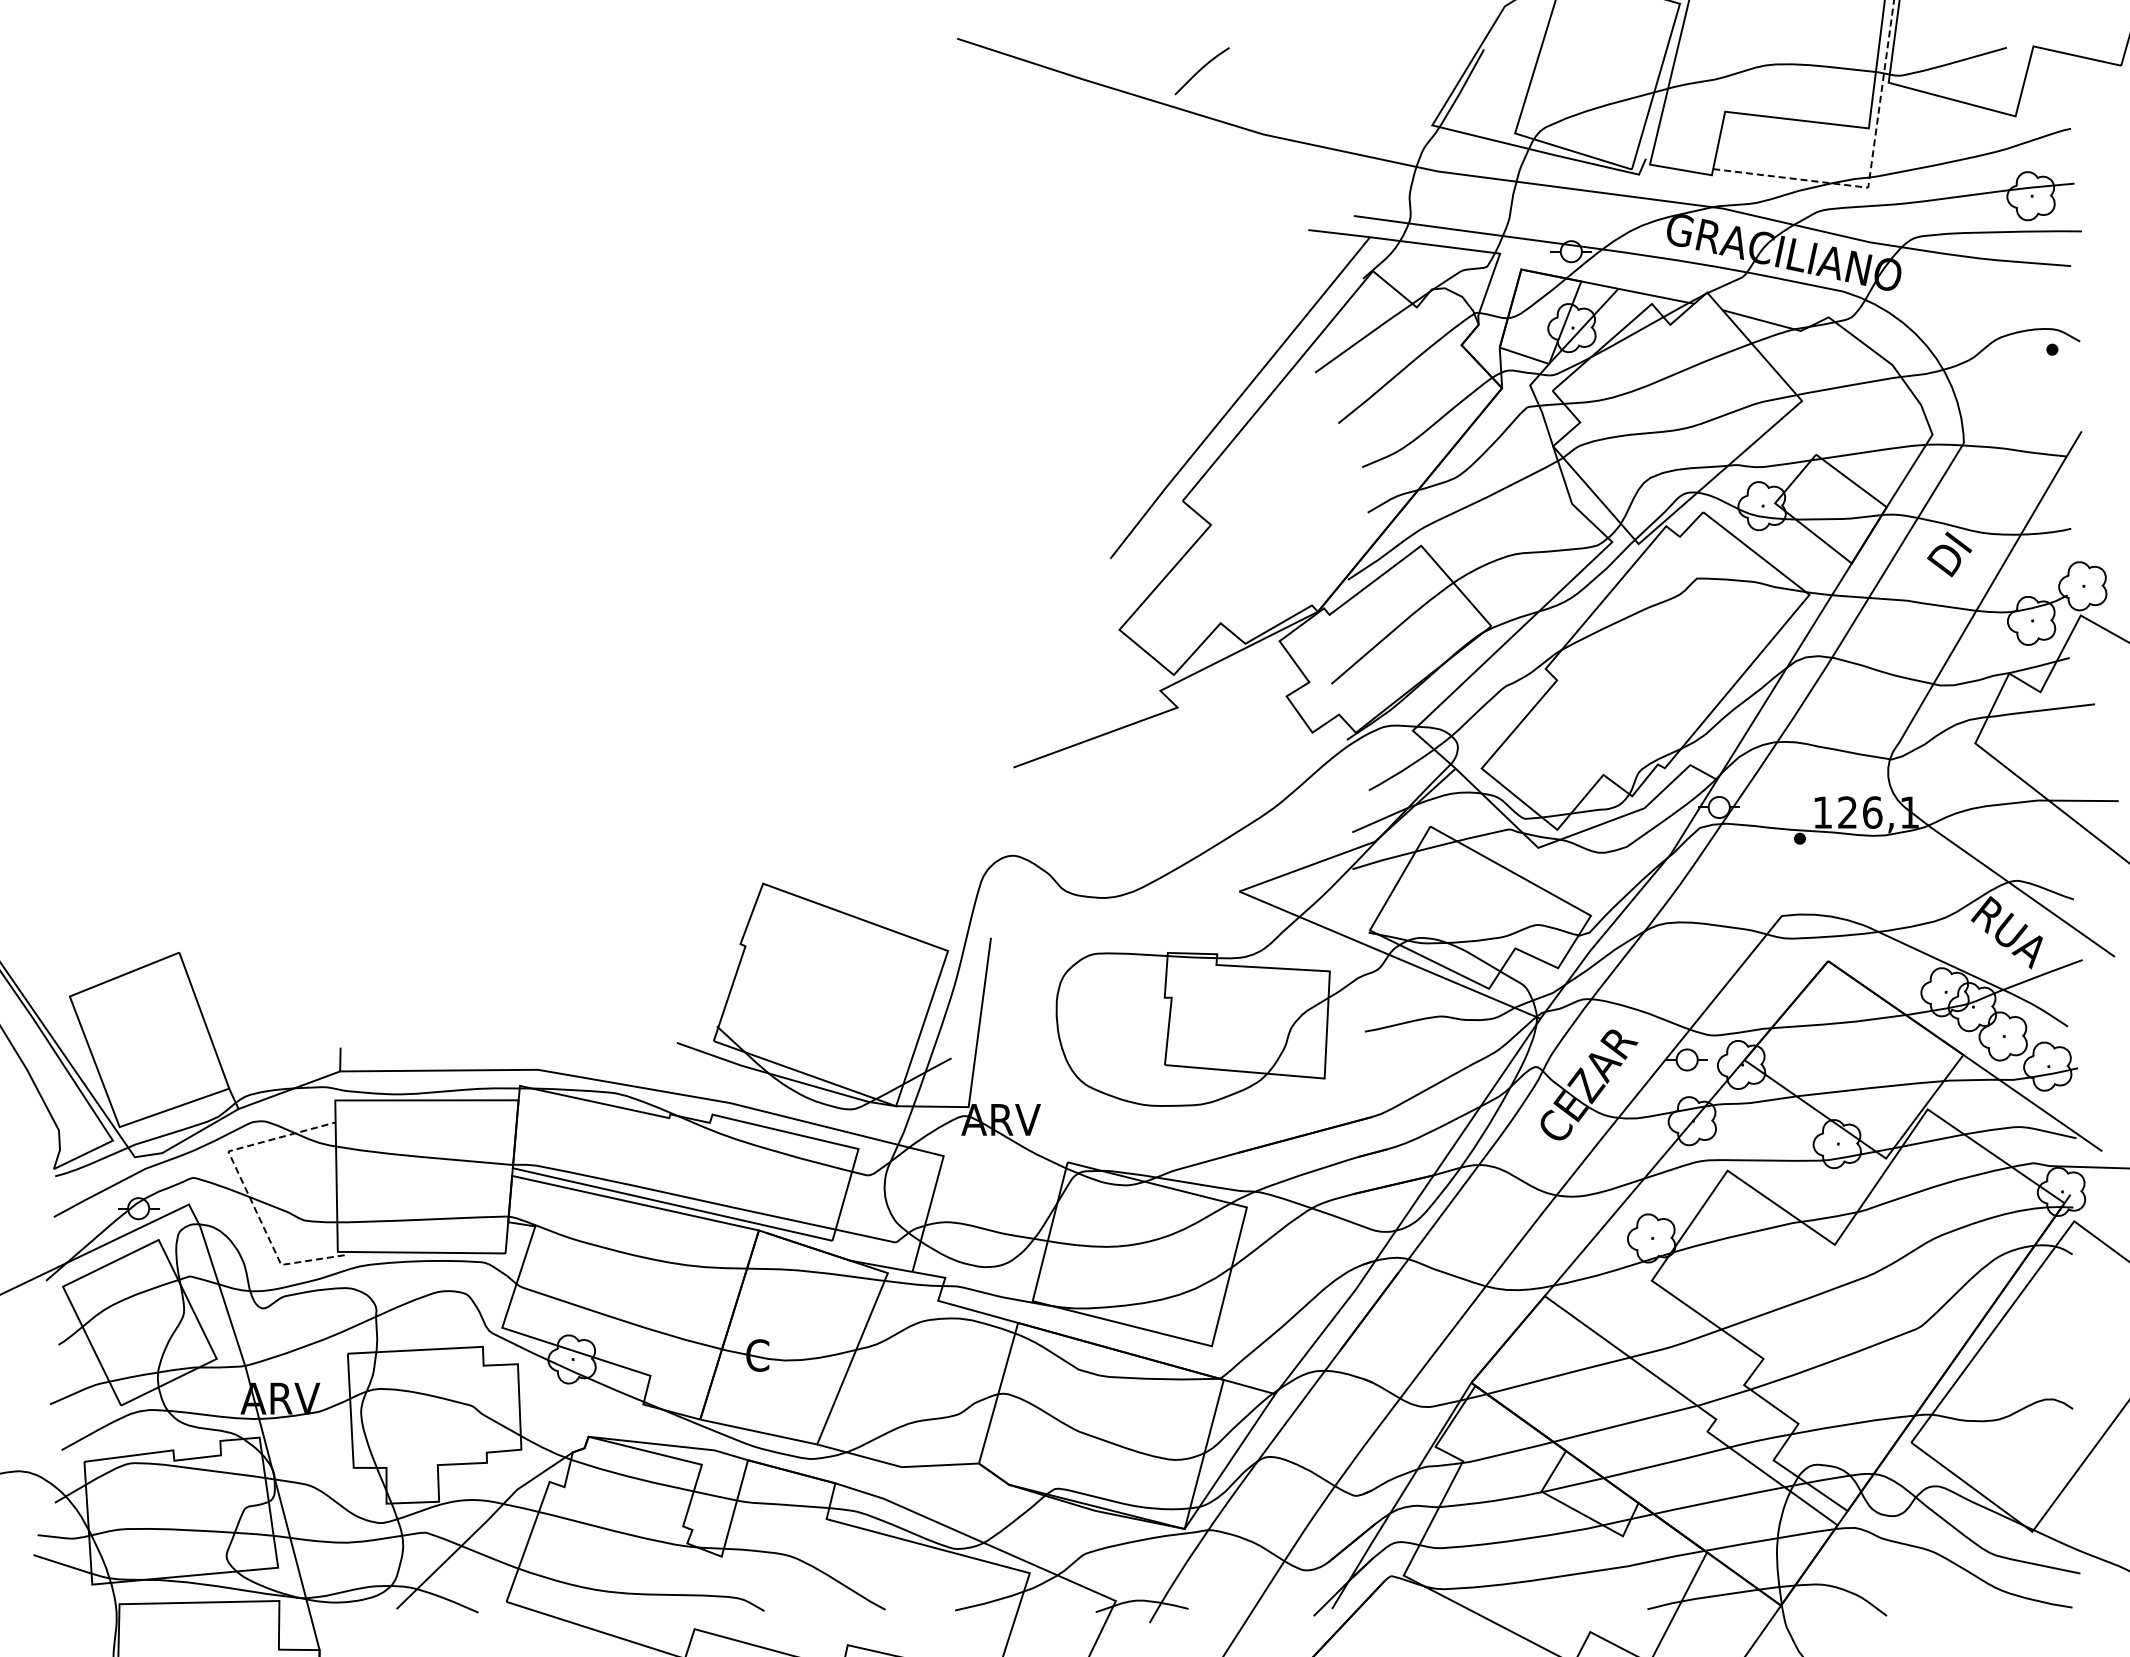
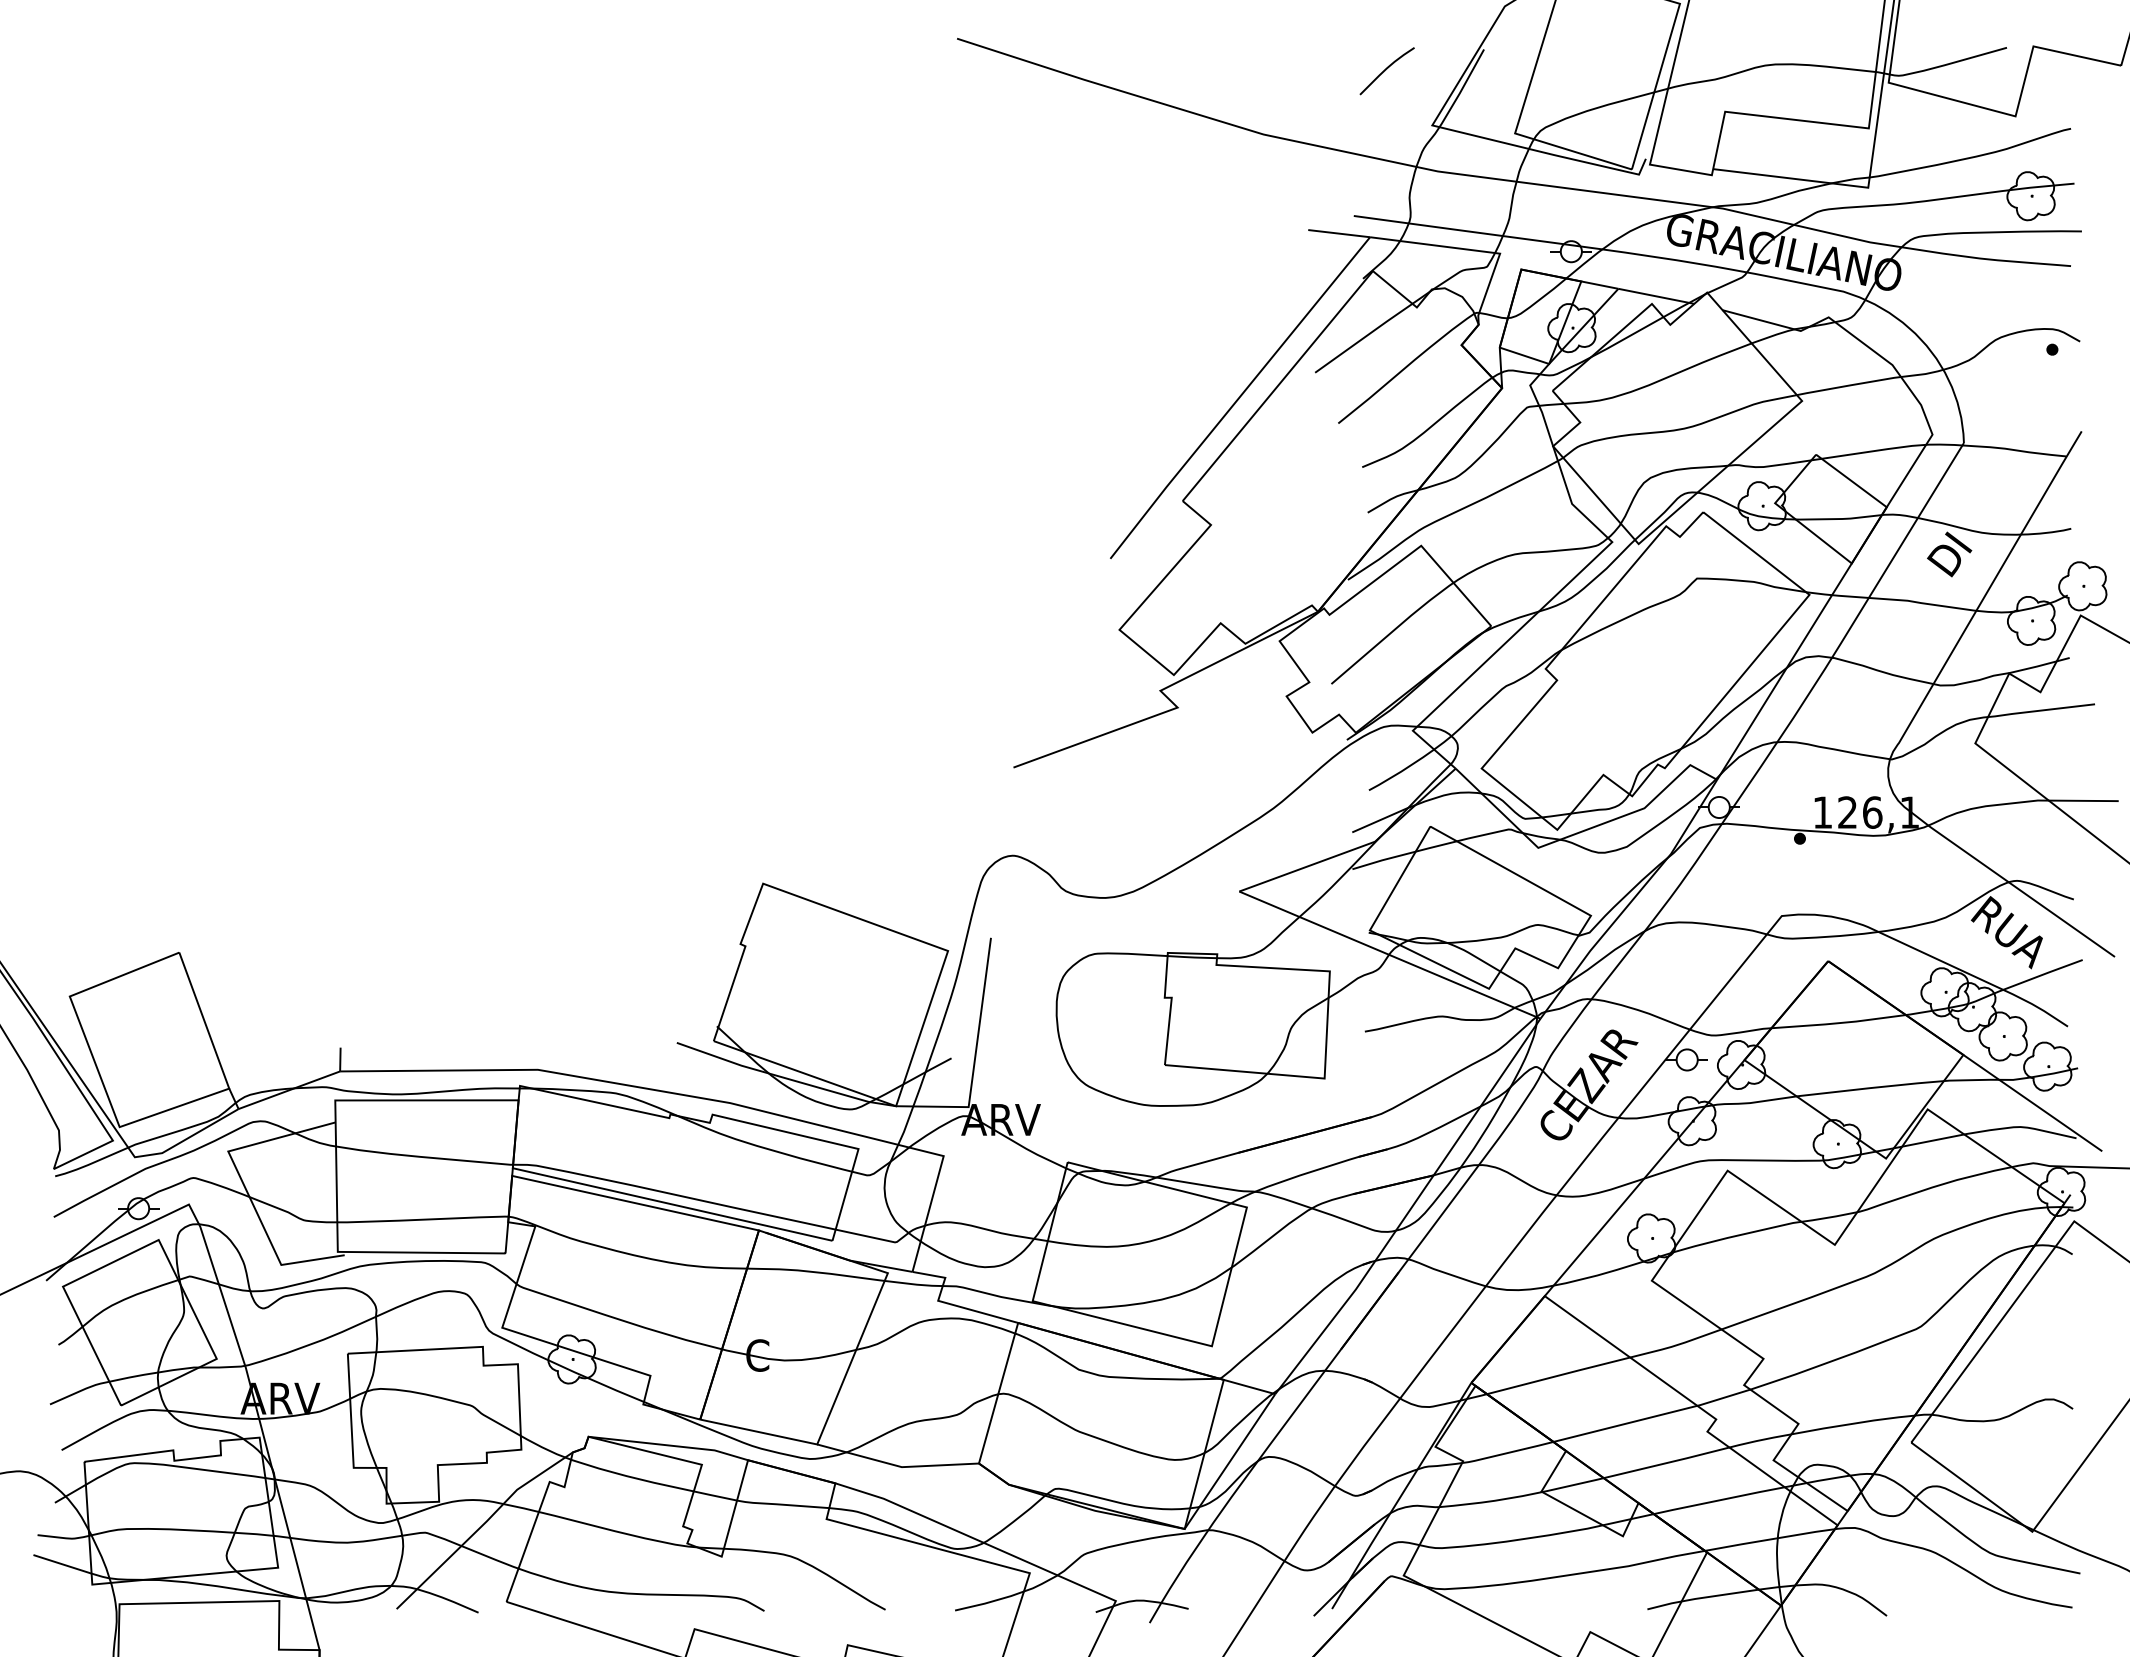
curve at (1201, 70) position: (1201, 70) -> (1386, 70)
line at (1870, 171): dashed -> solid
line at (244, 1186): dashed -> solid
